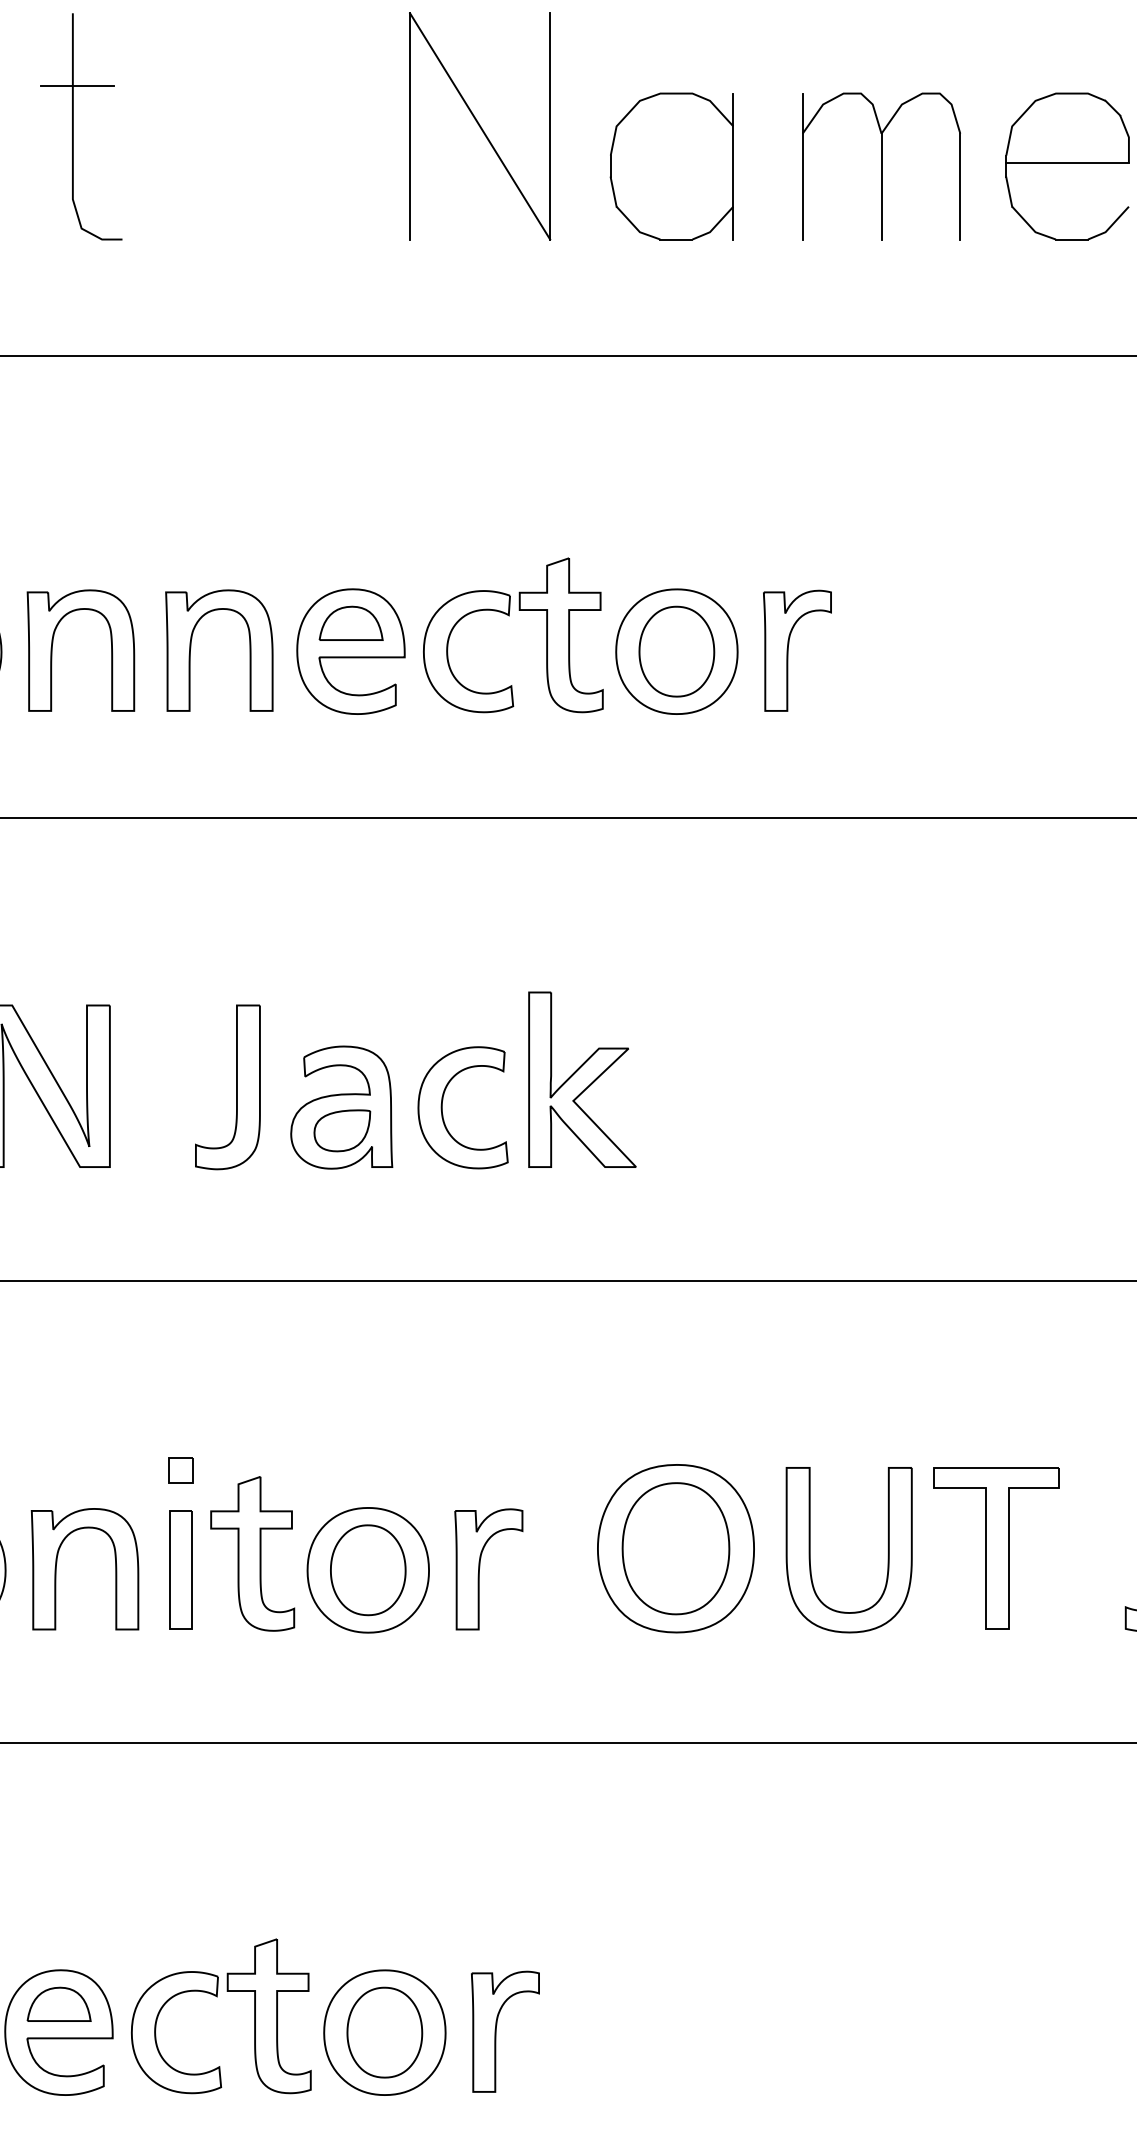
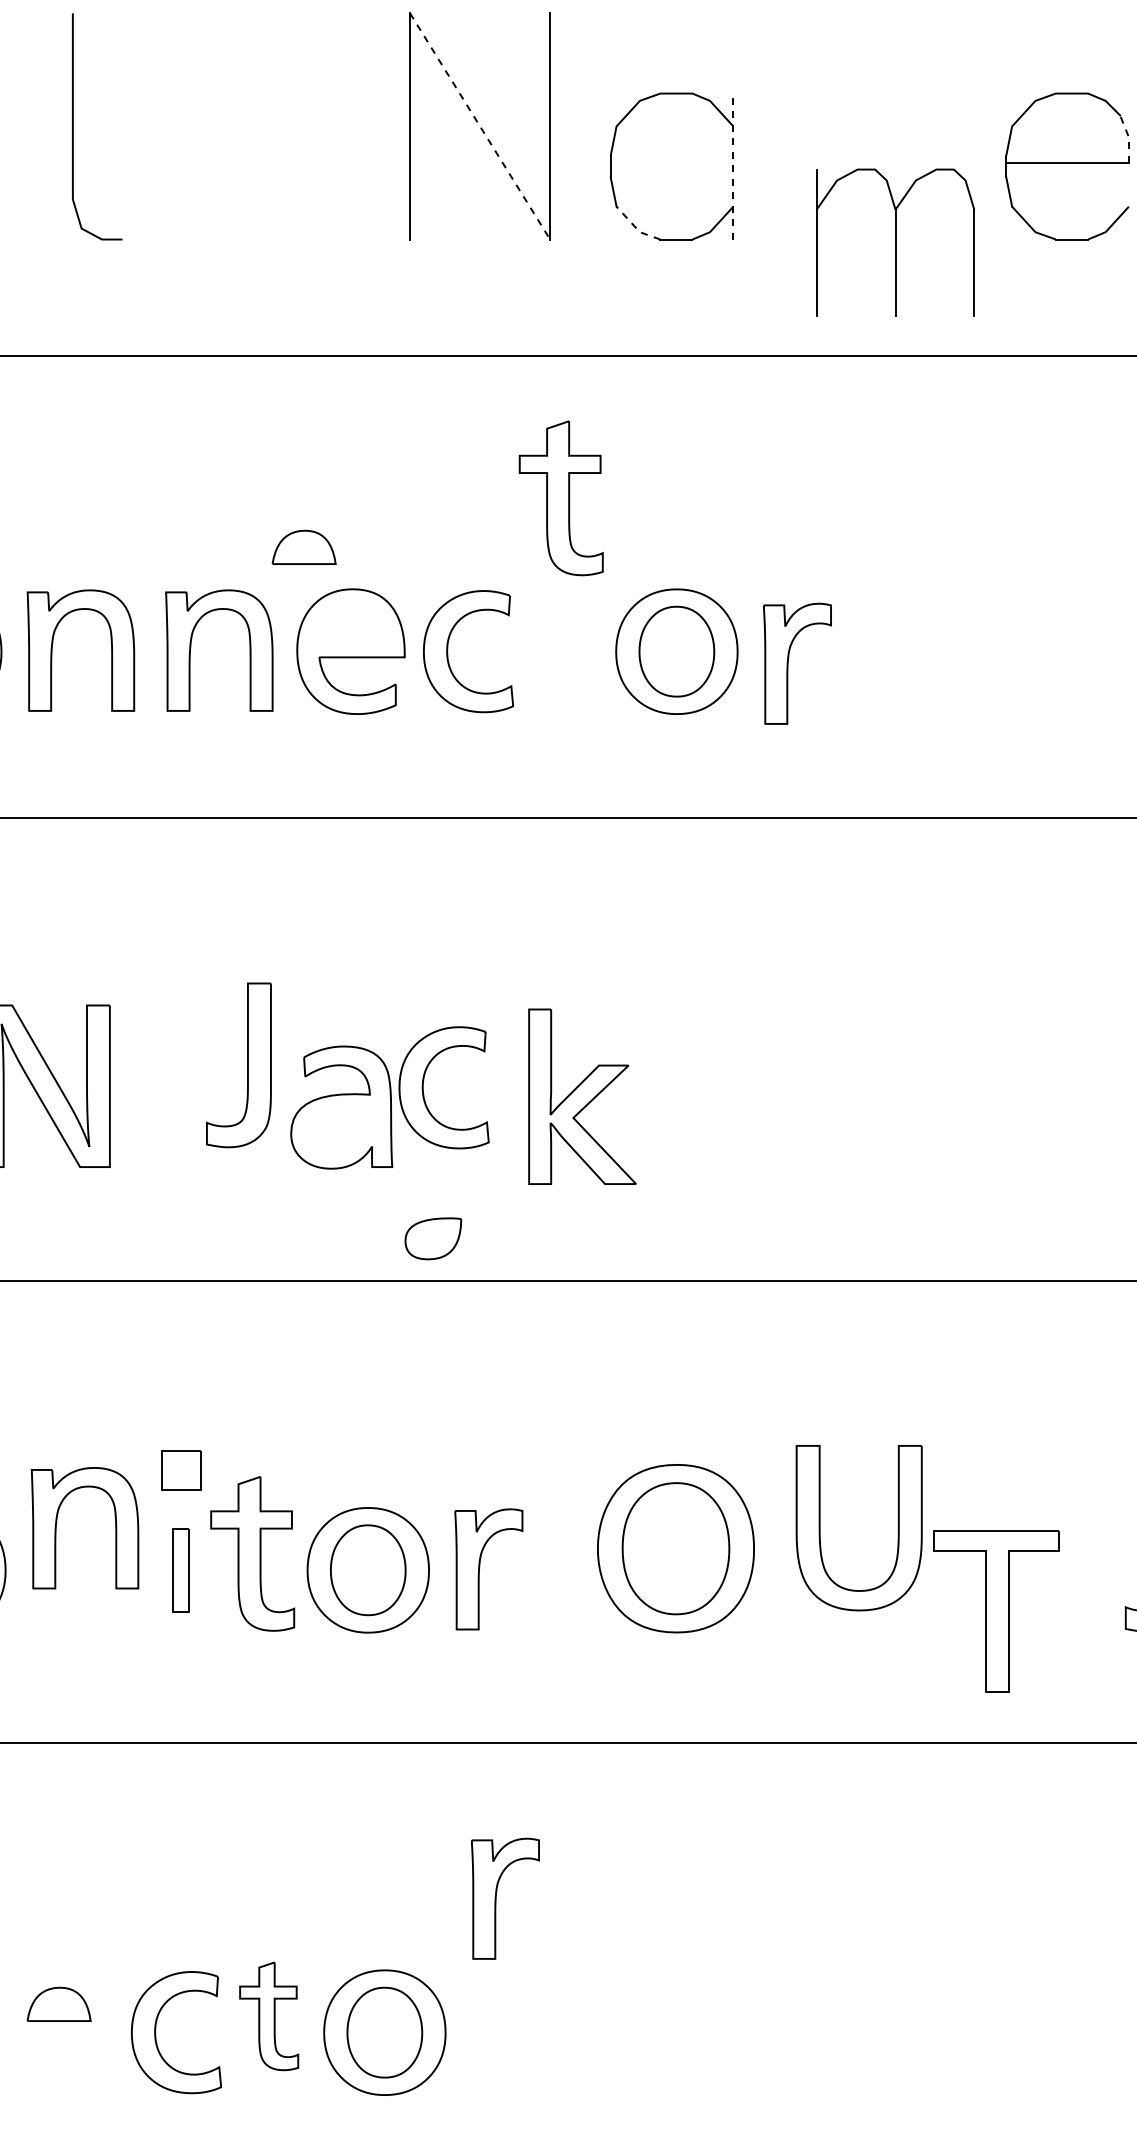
line at (76, 86): present -> none
line at (480, 126): solid -> dashed
line at (1128, 137): solid -> dashed
line at (733, 166): solid -> dashed
part at (881, 166) position: (881, 166) -> (895, 242)
line at (635, 227): solid -> dashed
part at (350, 622) position: (350, 622) -> (303, 546)
part at (560, 635) position: (560, 635) -> (560, 498)
part at (788, 650) position: (788, 650) -> (788, 663)
part at (582, 1079) position: (582, 1079) -> (582, 1096)
part at (236, 1087) position: (236, 1087) -> (247, 1065)
part at (442, 1107) position: (442, 1107) -> (423, 1087)
part at (342, 1130) position: (342, 1130) -> (433, 1238)
part at (180, 1470) size: 26x27 px -> 41x41 px
part at (996, 1548) position: (996, 1548) -> (996, 1611)
part at (810, 1550) position: (810, 1550) -> (820, 1528)
part at (57, 1563) position: (57, 1563) -> (57, 1522)
part at (180, 1569) size: 24x120 px -> 18x85 px
part at (268, 2016) size: 86x157 px -> 61x111 px
part at (496, 2031) position: (496, 2031) -> (496, 1898)
part at (58, 2032): present -> none
